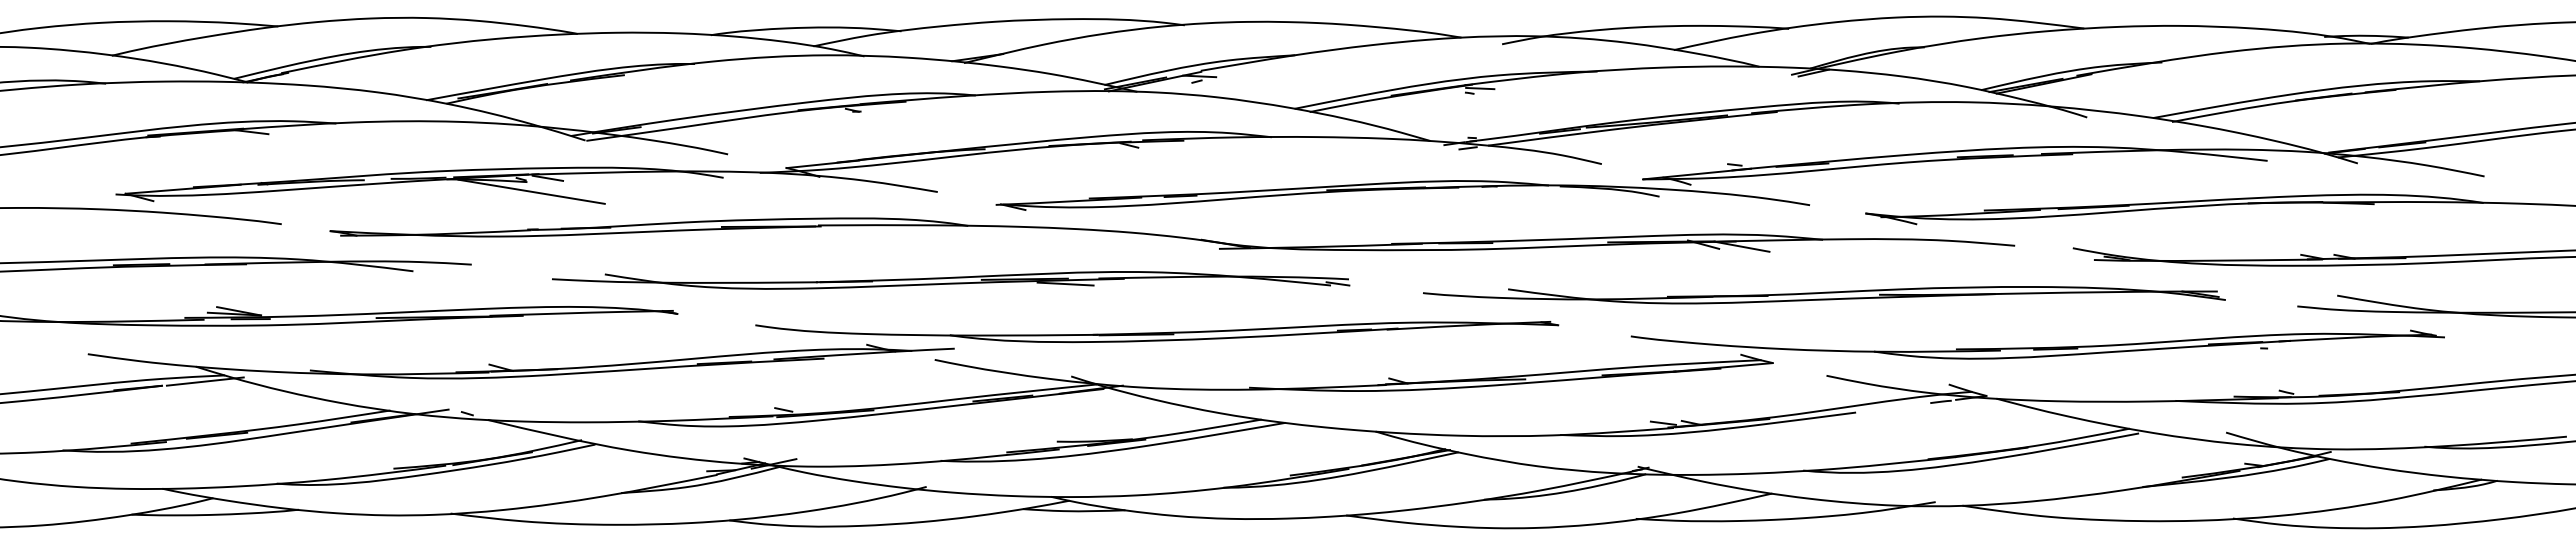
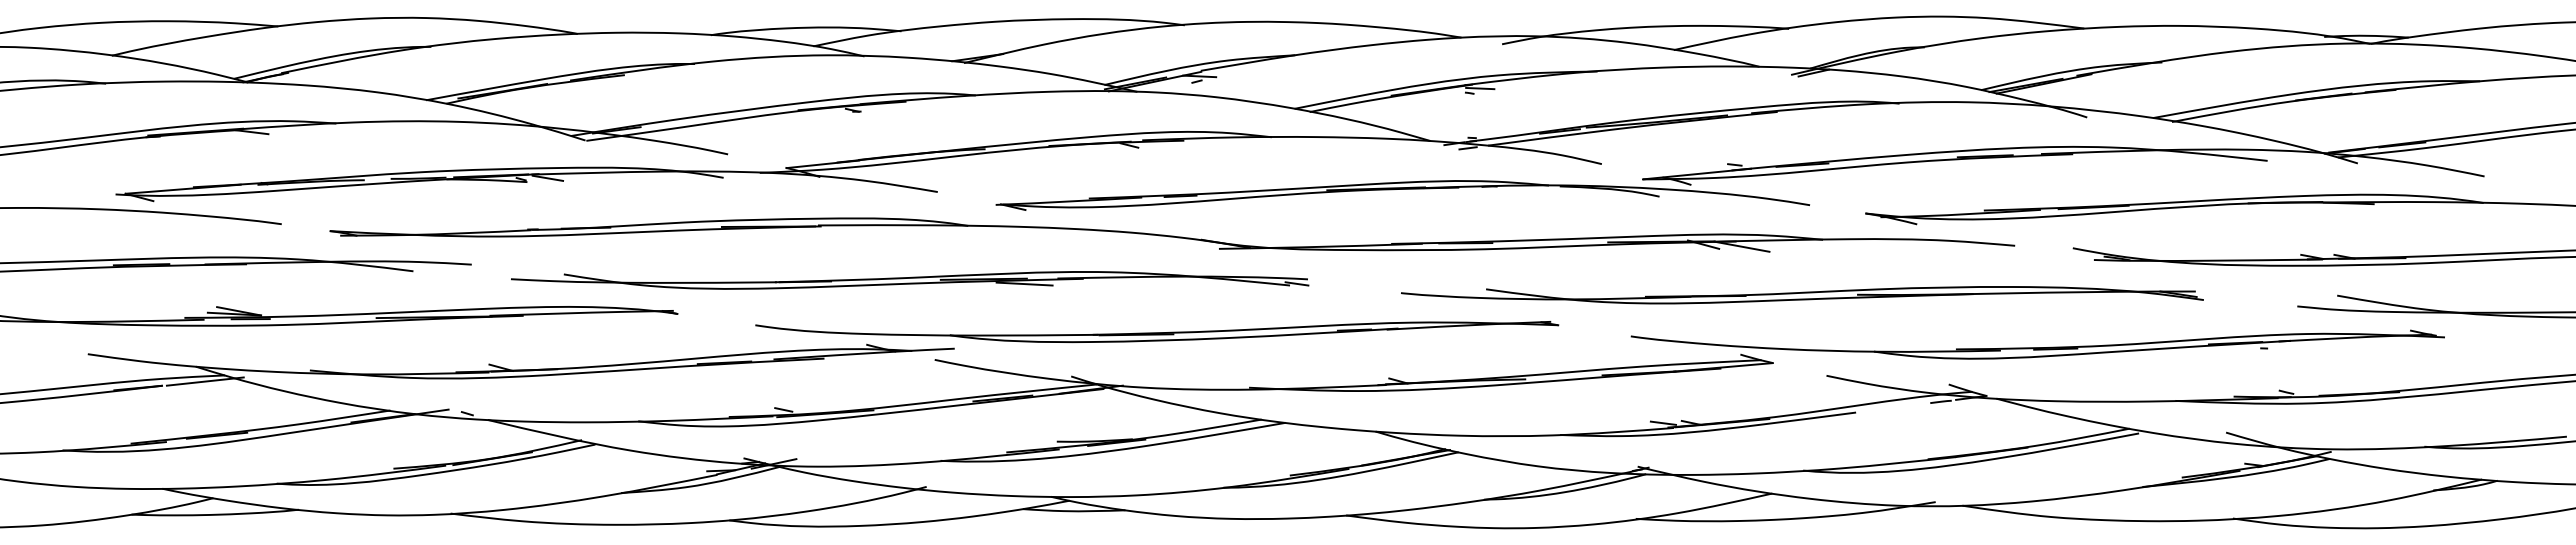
line at (531, 191): present -> none
part at (951, 280) position: (951, 280) -> (910, 280)
part at (1824, 295) position: (1824, 295) -> (1802, 295)
